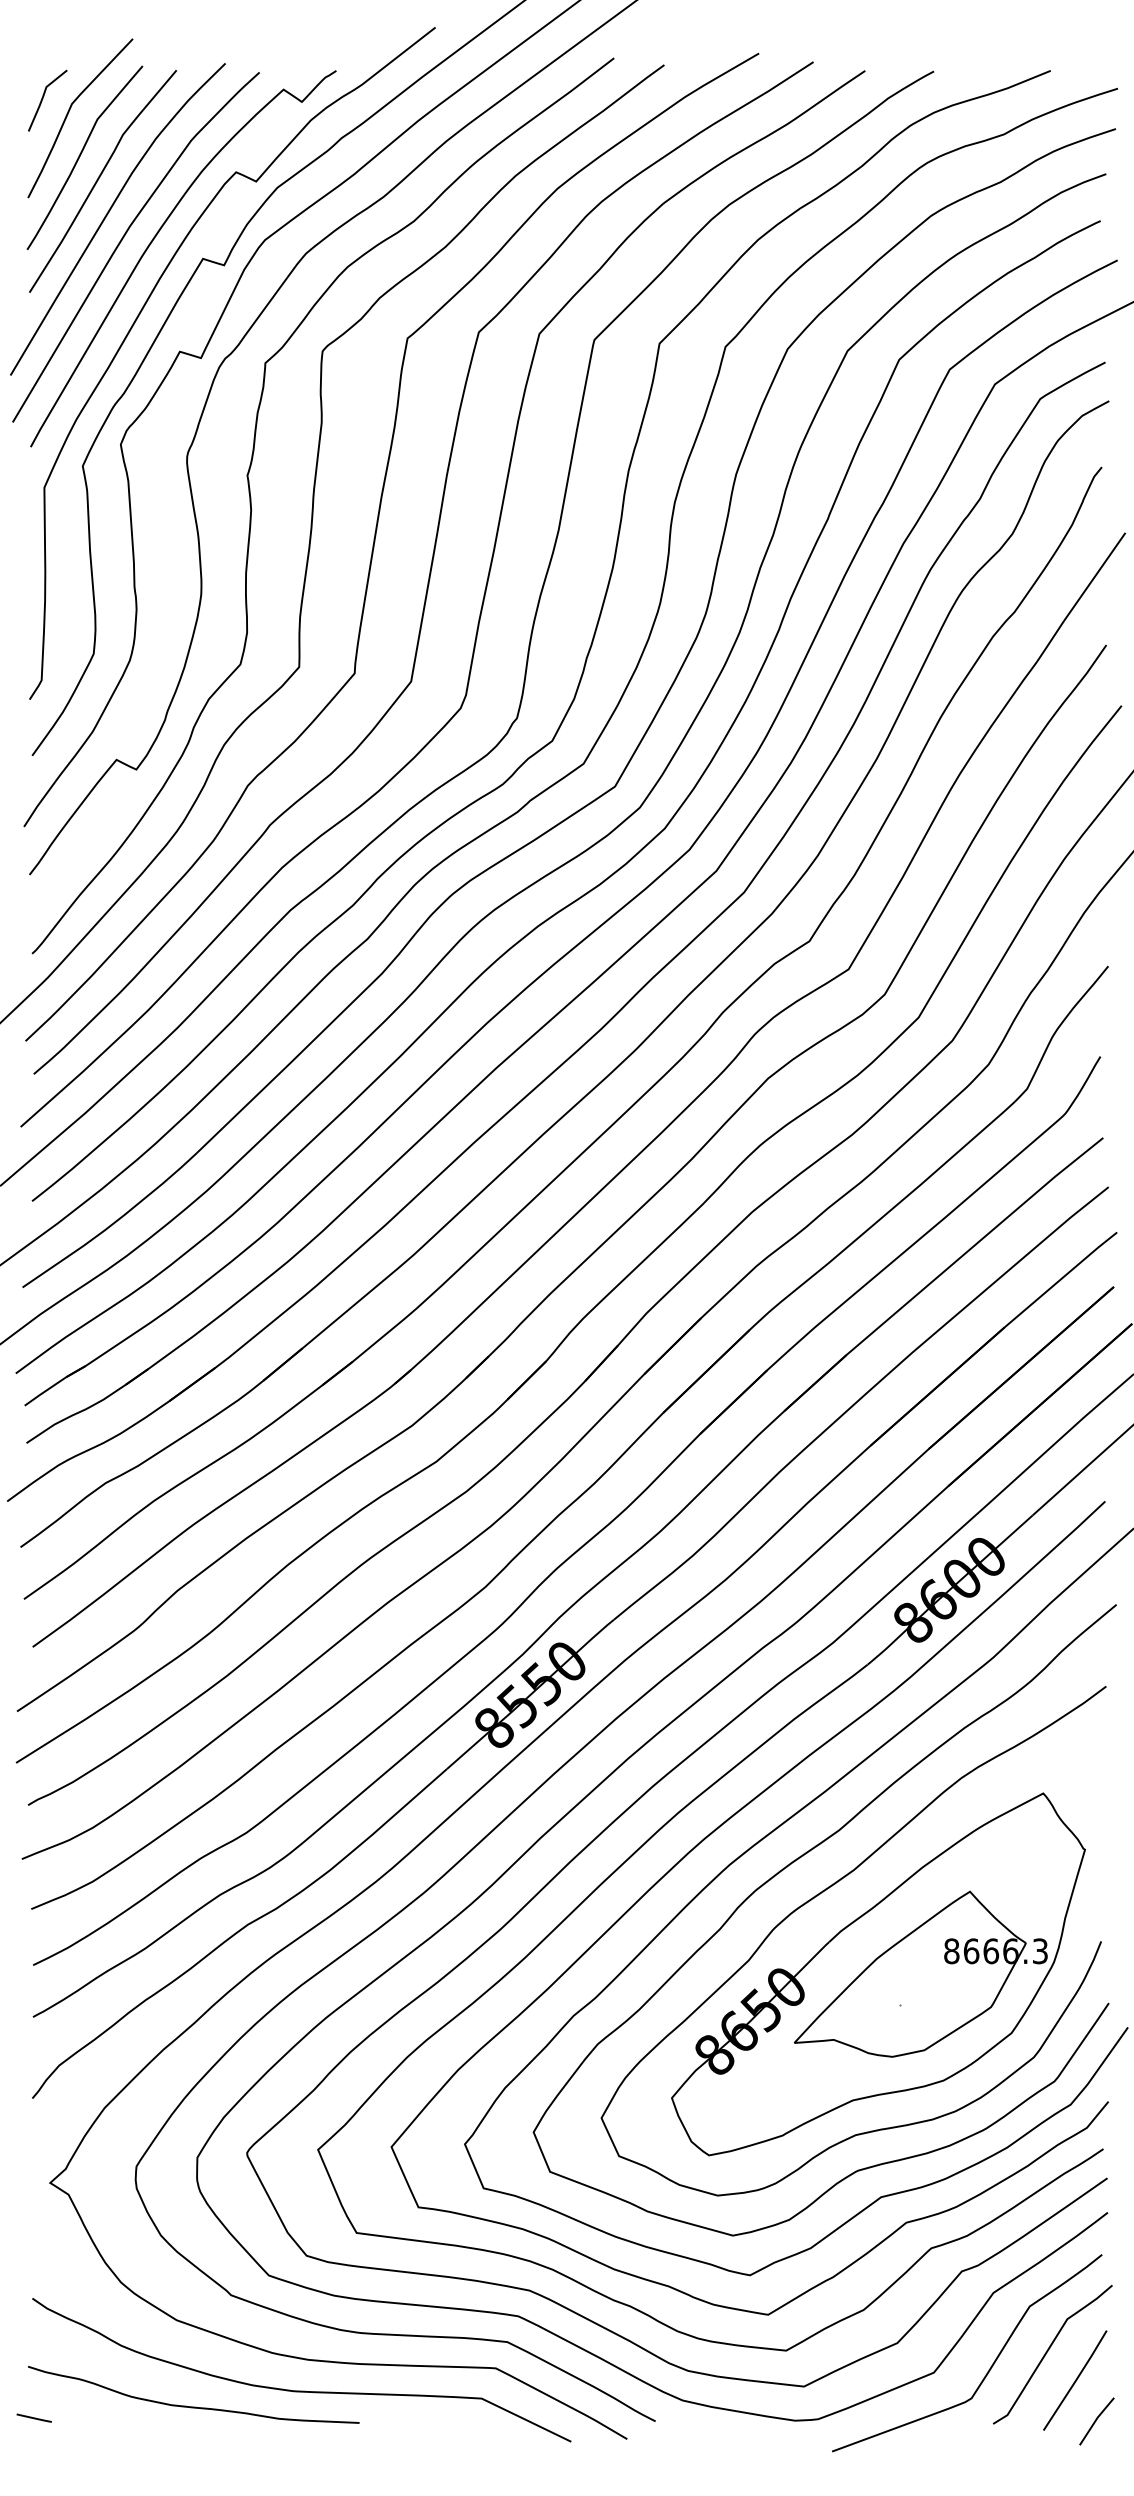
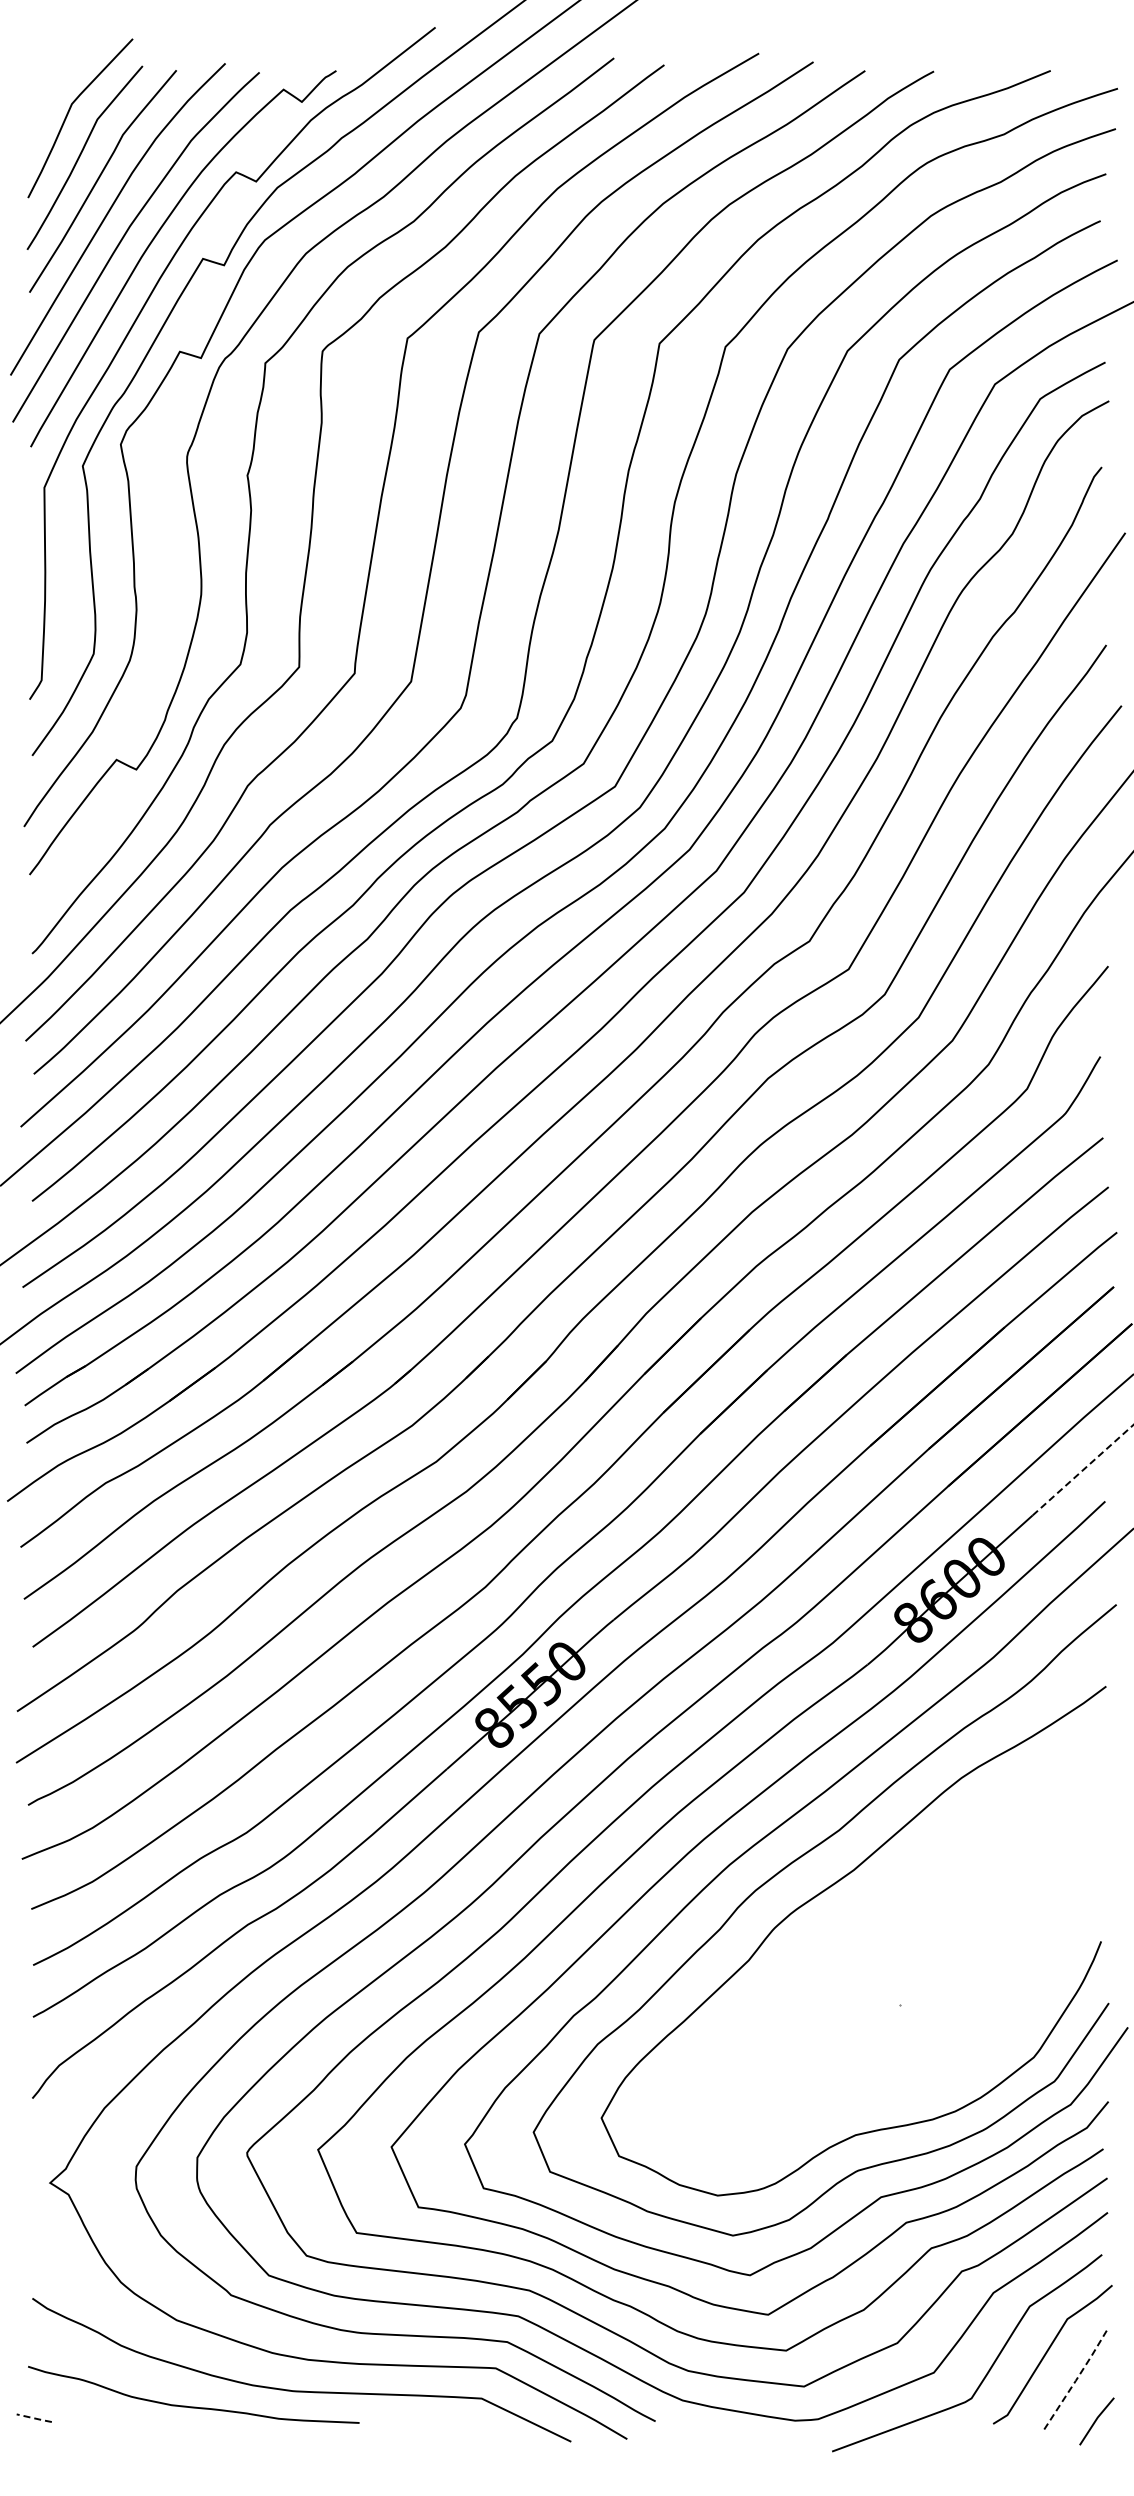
curve at (43, 98): present -> none
line at (1083, 1470): solid -> dashed
part at (878, 1974): present -> none
line at (1075, 2380): solid -> dashed
line at (35, 2418): solid -> dashed
